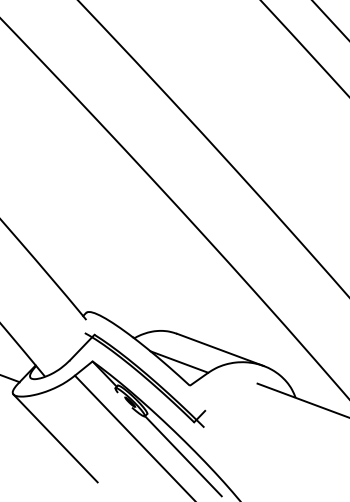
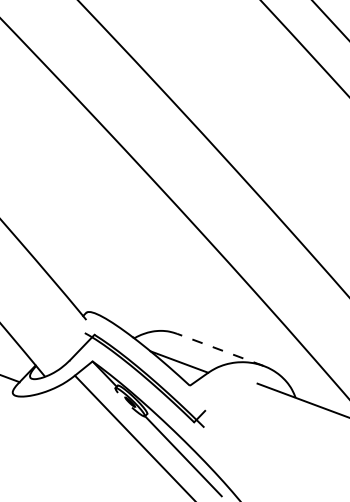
line at (219, 349): solid -> dashed
line at (55, 438): present -> none
